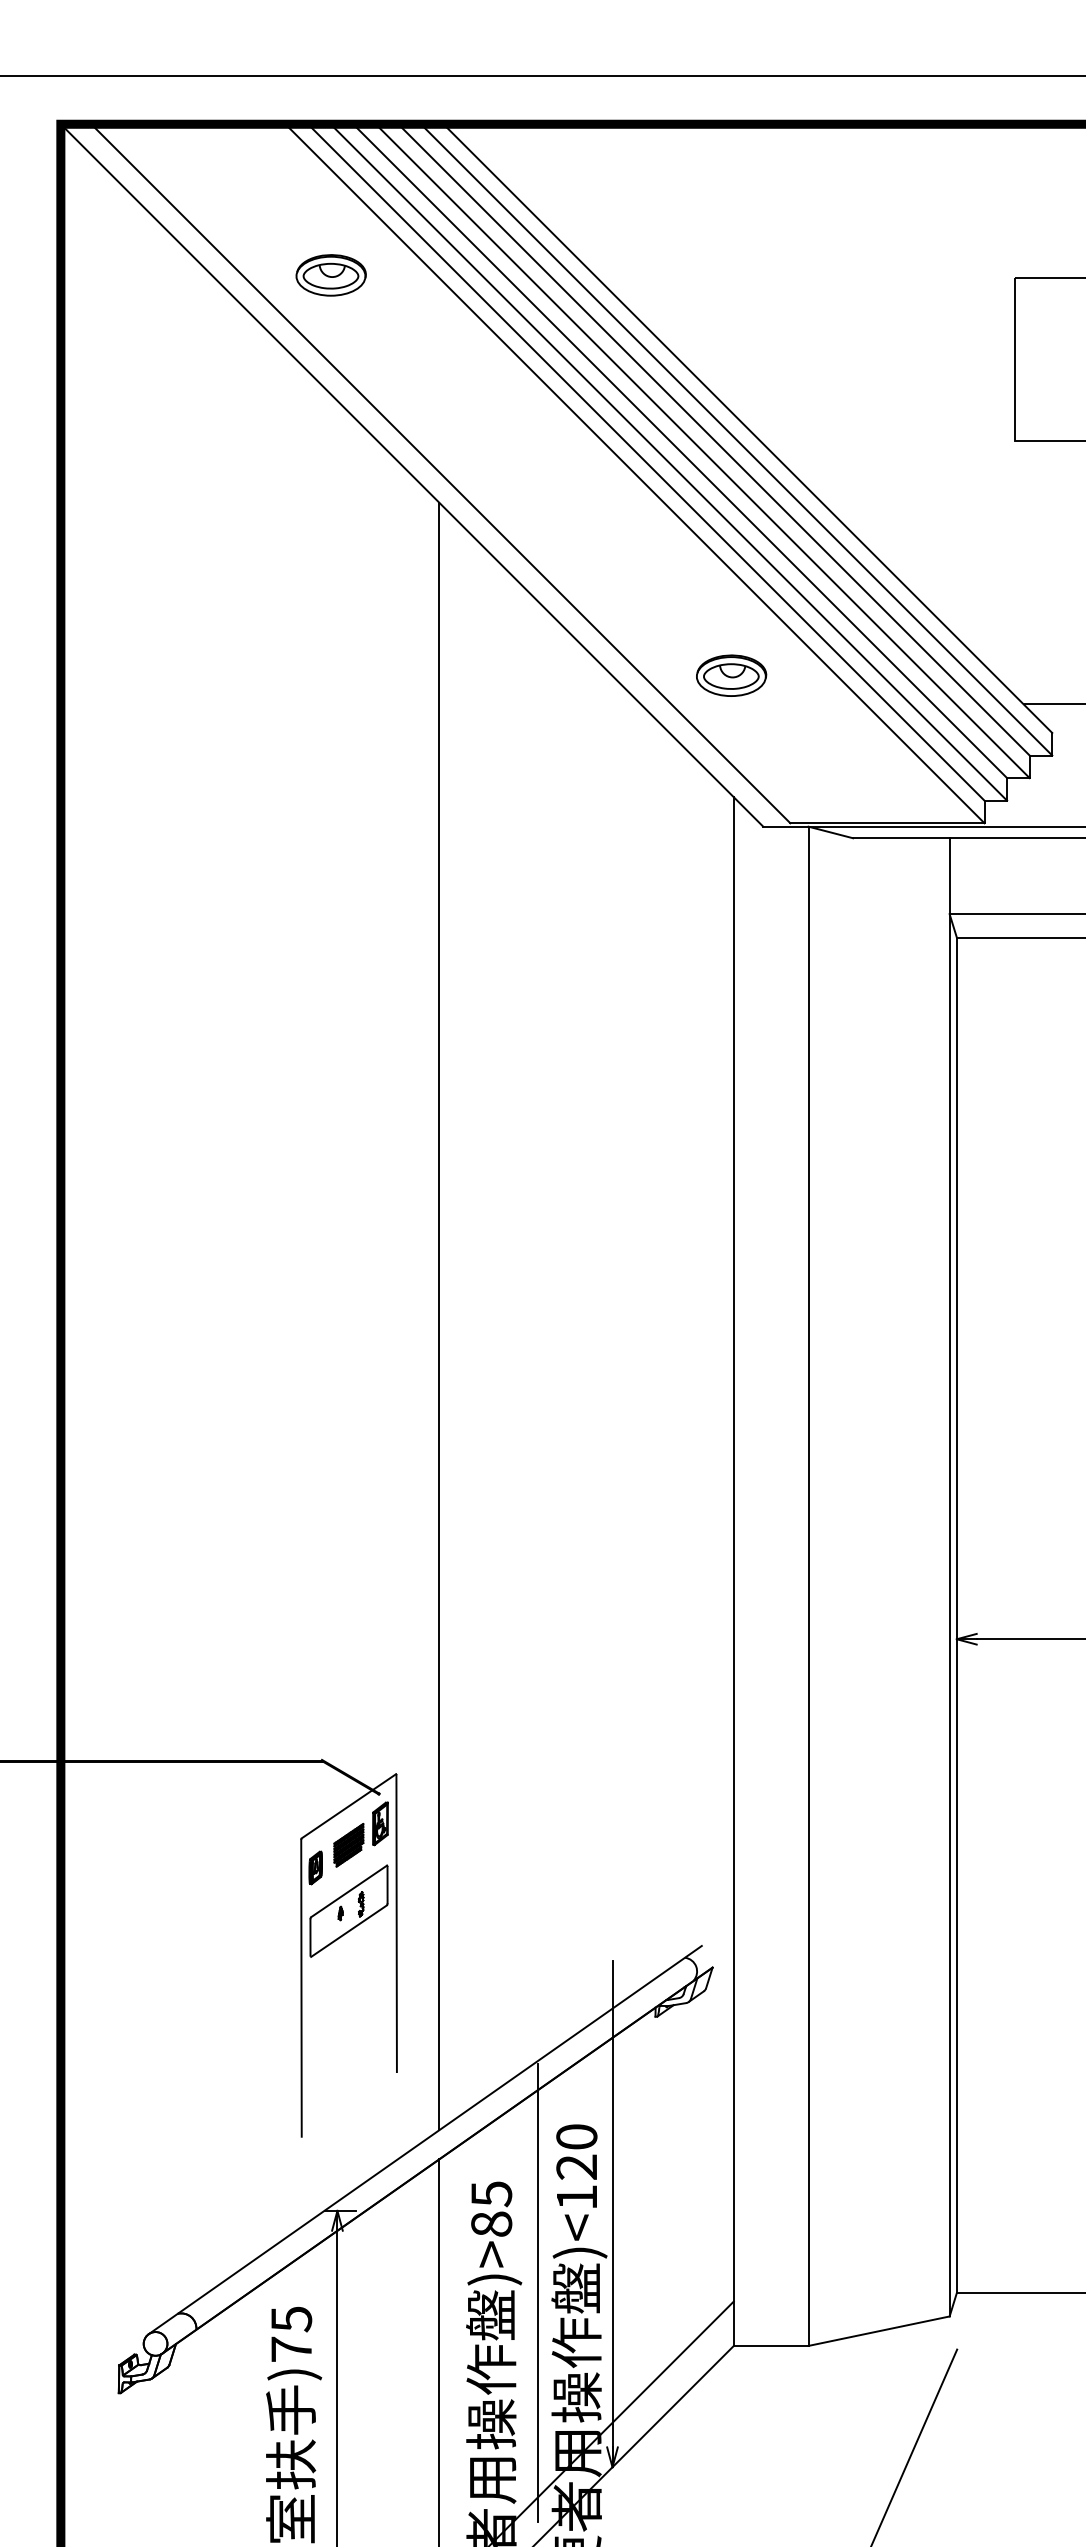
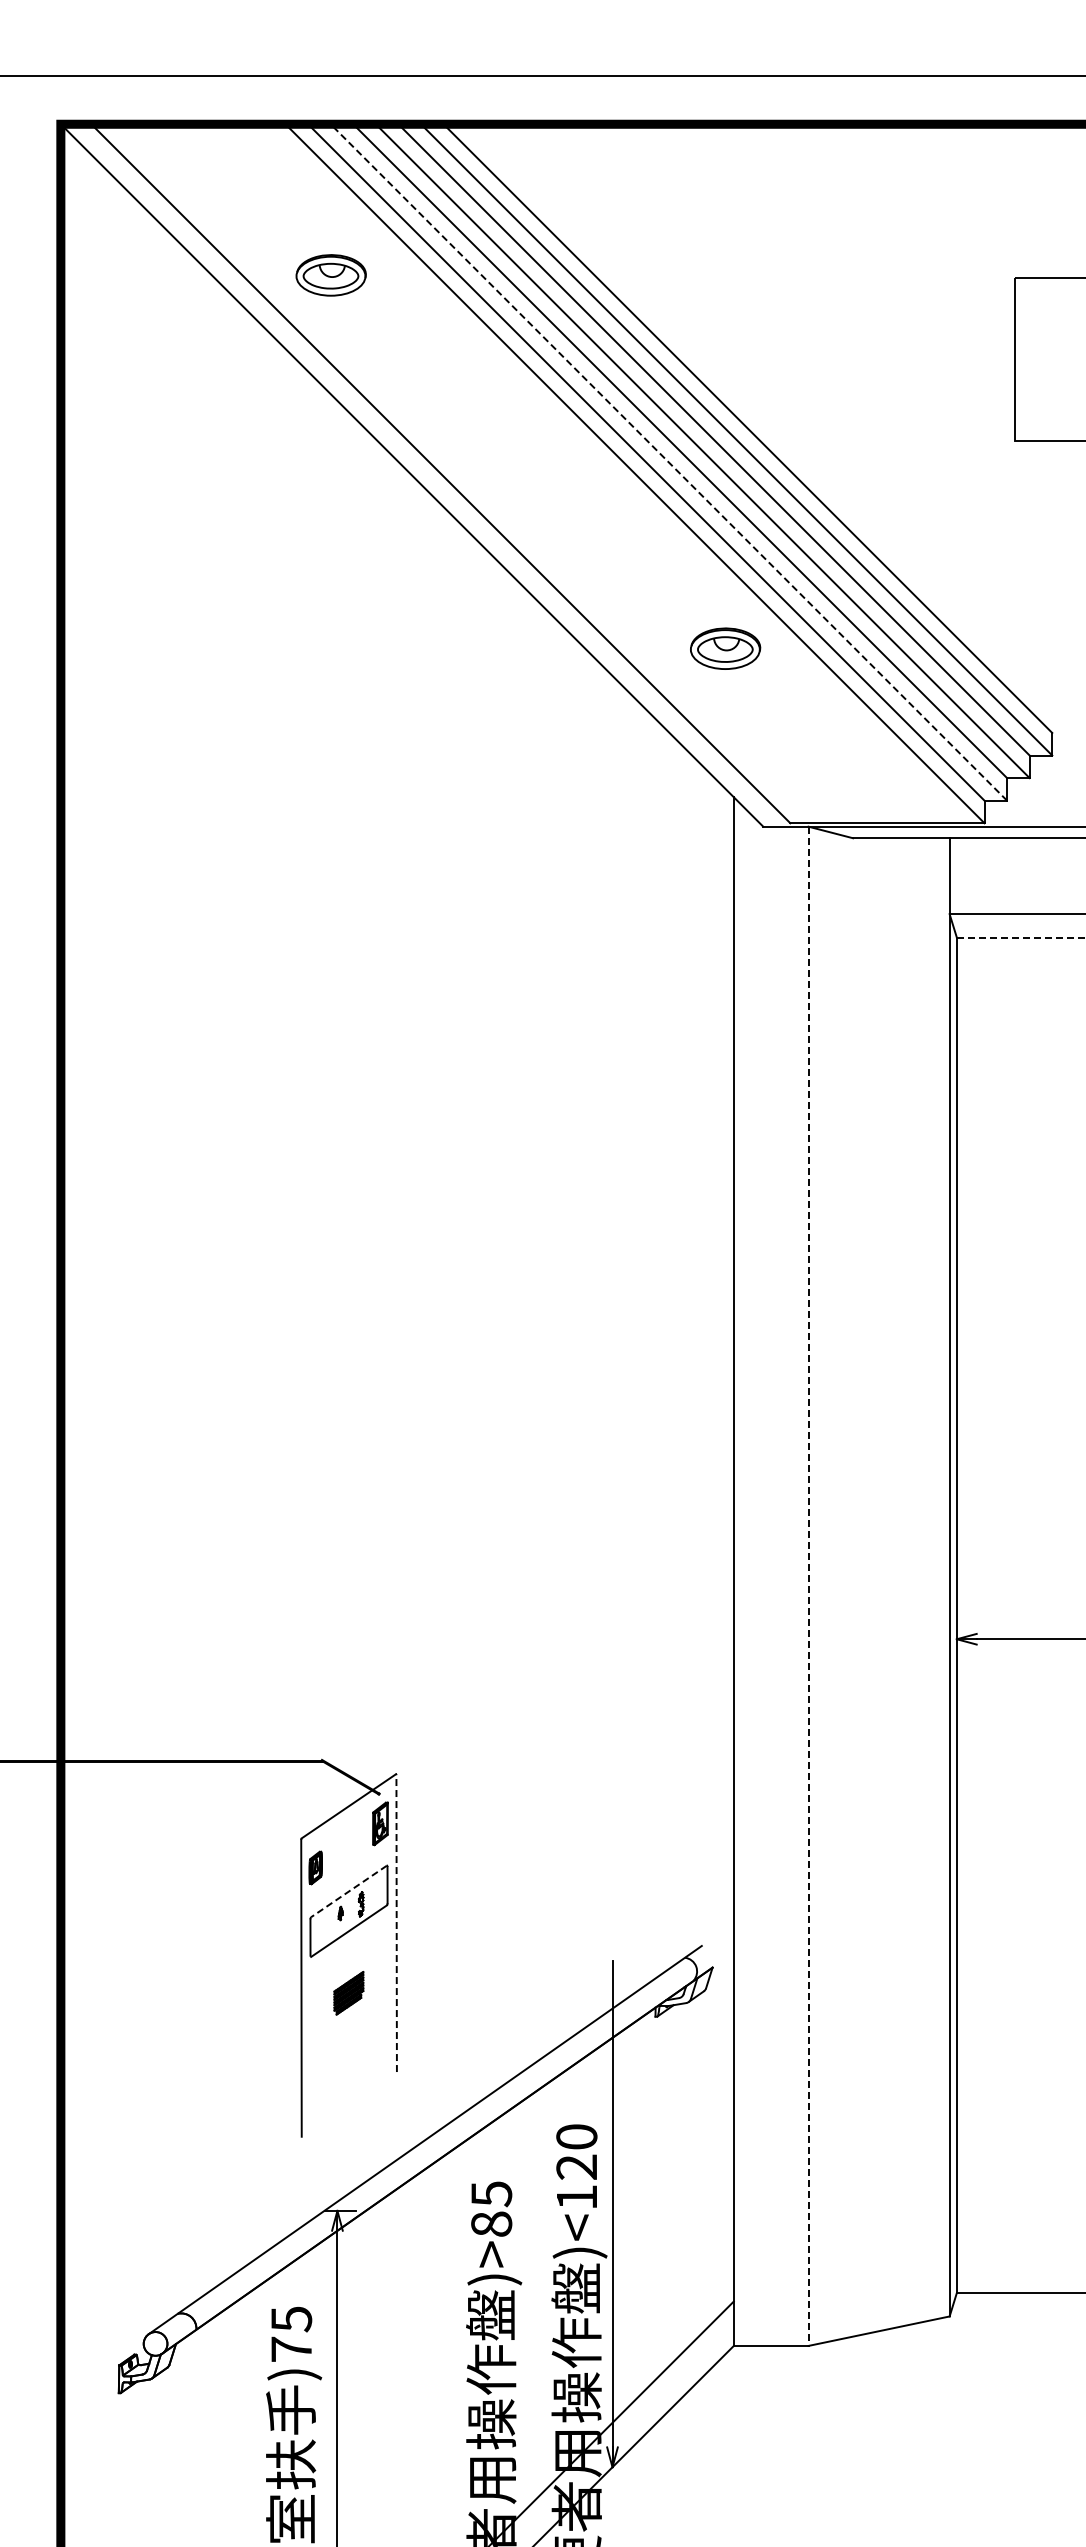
line at (668, 462): solid -> dashed
part at (731, 675) position: (731, 675) -> (725, 648)
line at (1052, 704): present -> none
line at (1021, 937): solid -> dashed
line at (439, 1316): present -> none
line at (808, 1586): solid -> dashed
part at (348, 1845) position: (348, 1845) -> (348, 1993)
line at (348, 1891): solid -> dashed
line at (396, 1923): solid -> dashed
line at (538, 2292): present -> none
line at (439, 2351): present -> none
line at (914, 2446): present -> none
